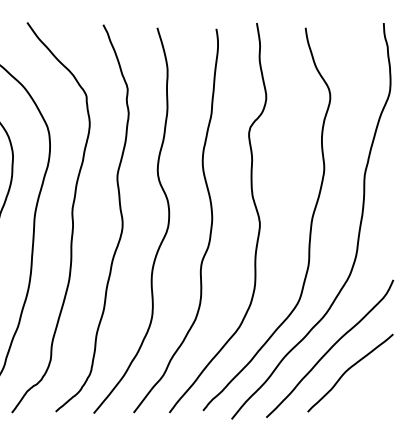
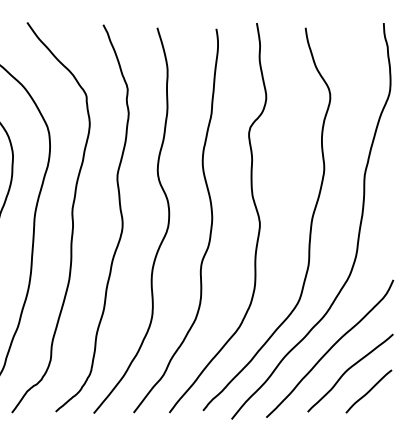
line at (368, 391): none -> present
